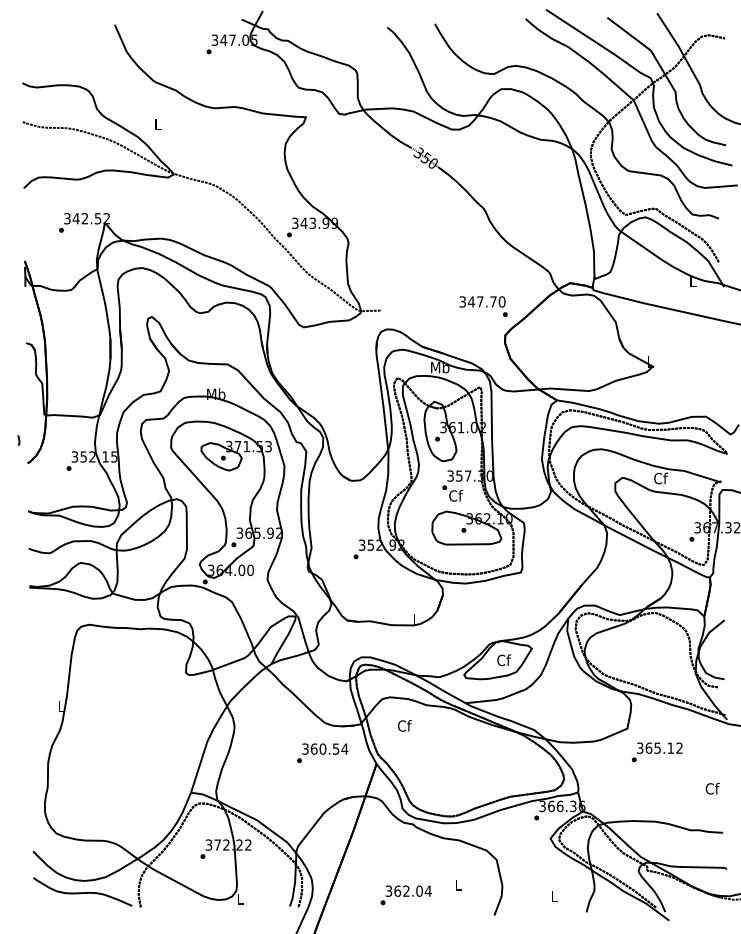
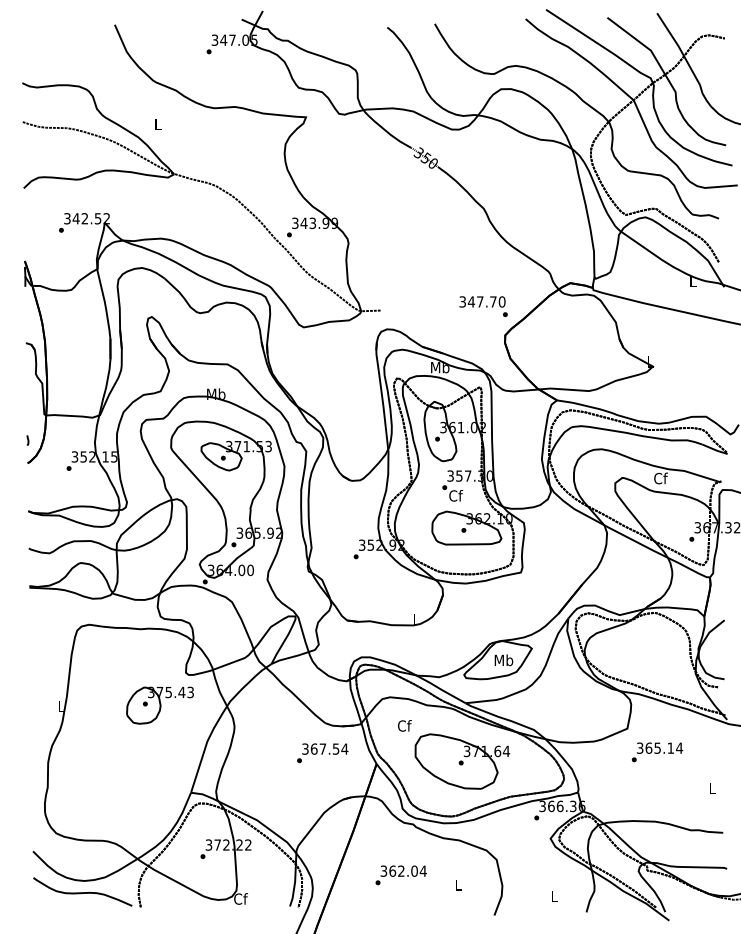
line at (18, 440) position: (18, 440) -> (27, 440)
text at (503, 660): Cf -> Mb
part at (159, 705): none -> present
text at (679, 747): 365.12 -> 365.14
text at (322, 748): 360.54 -> 367.54
part at (462, 761): none -> present
text at (712, 788): Cf -> L
text at (405, 895) position: (405, 895) -> (400, 875)
text at (240, 898): L -> Cf
